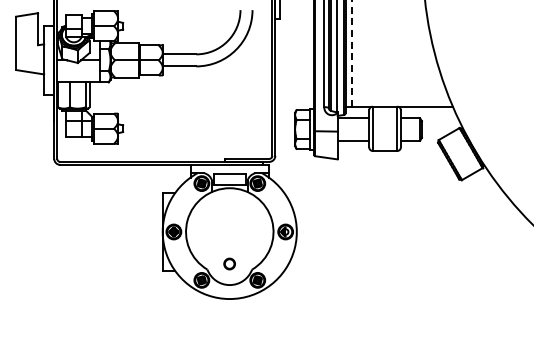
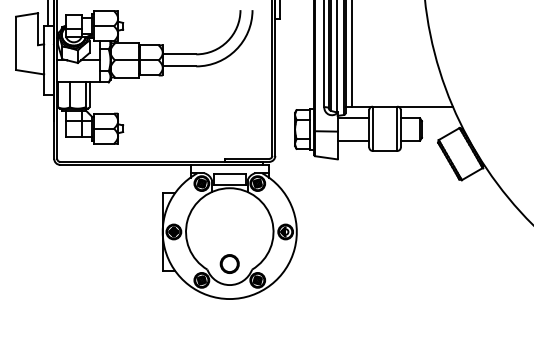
line at (47, 14): none -> present
line at (351, 53): dashed -> solid
circle at (229, 263) size: 13x14 px -> 21x20 px
